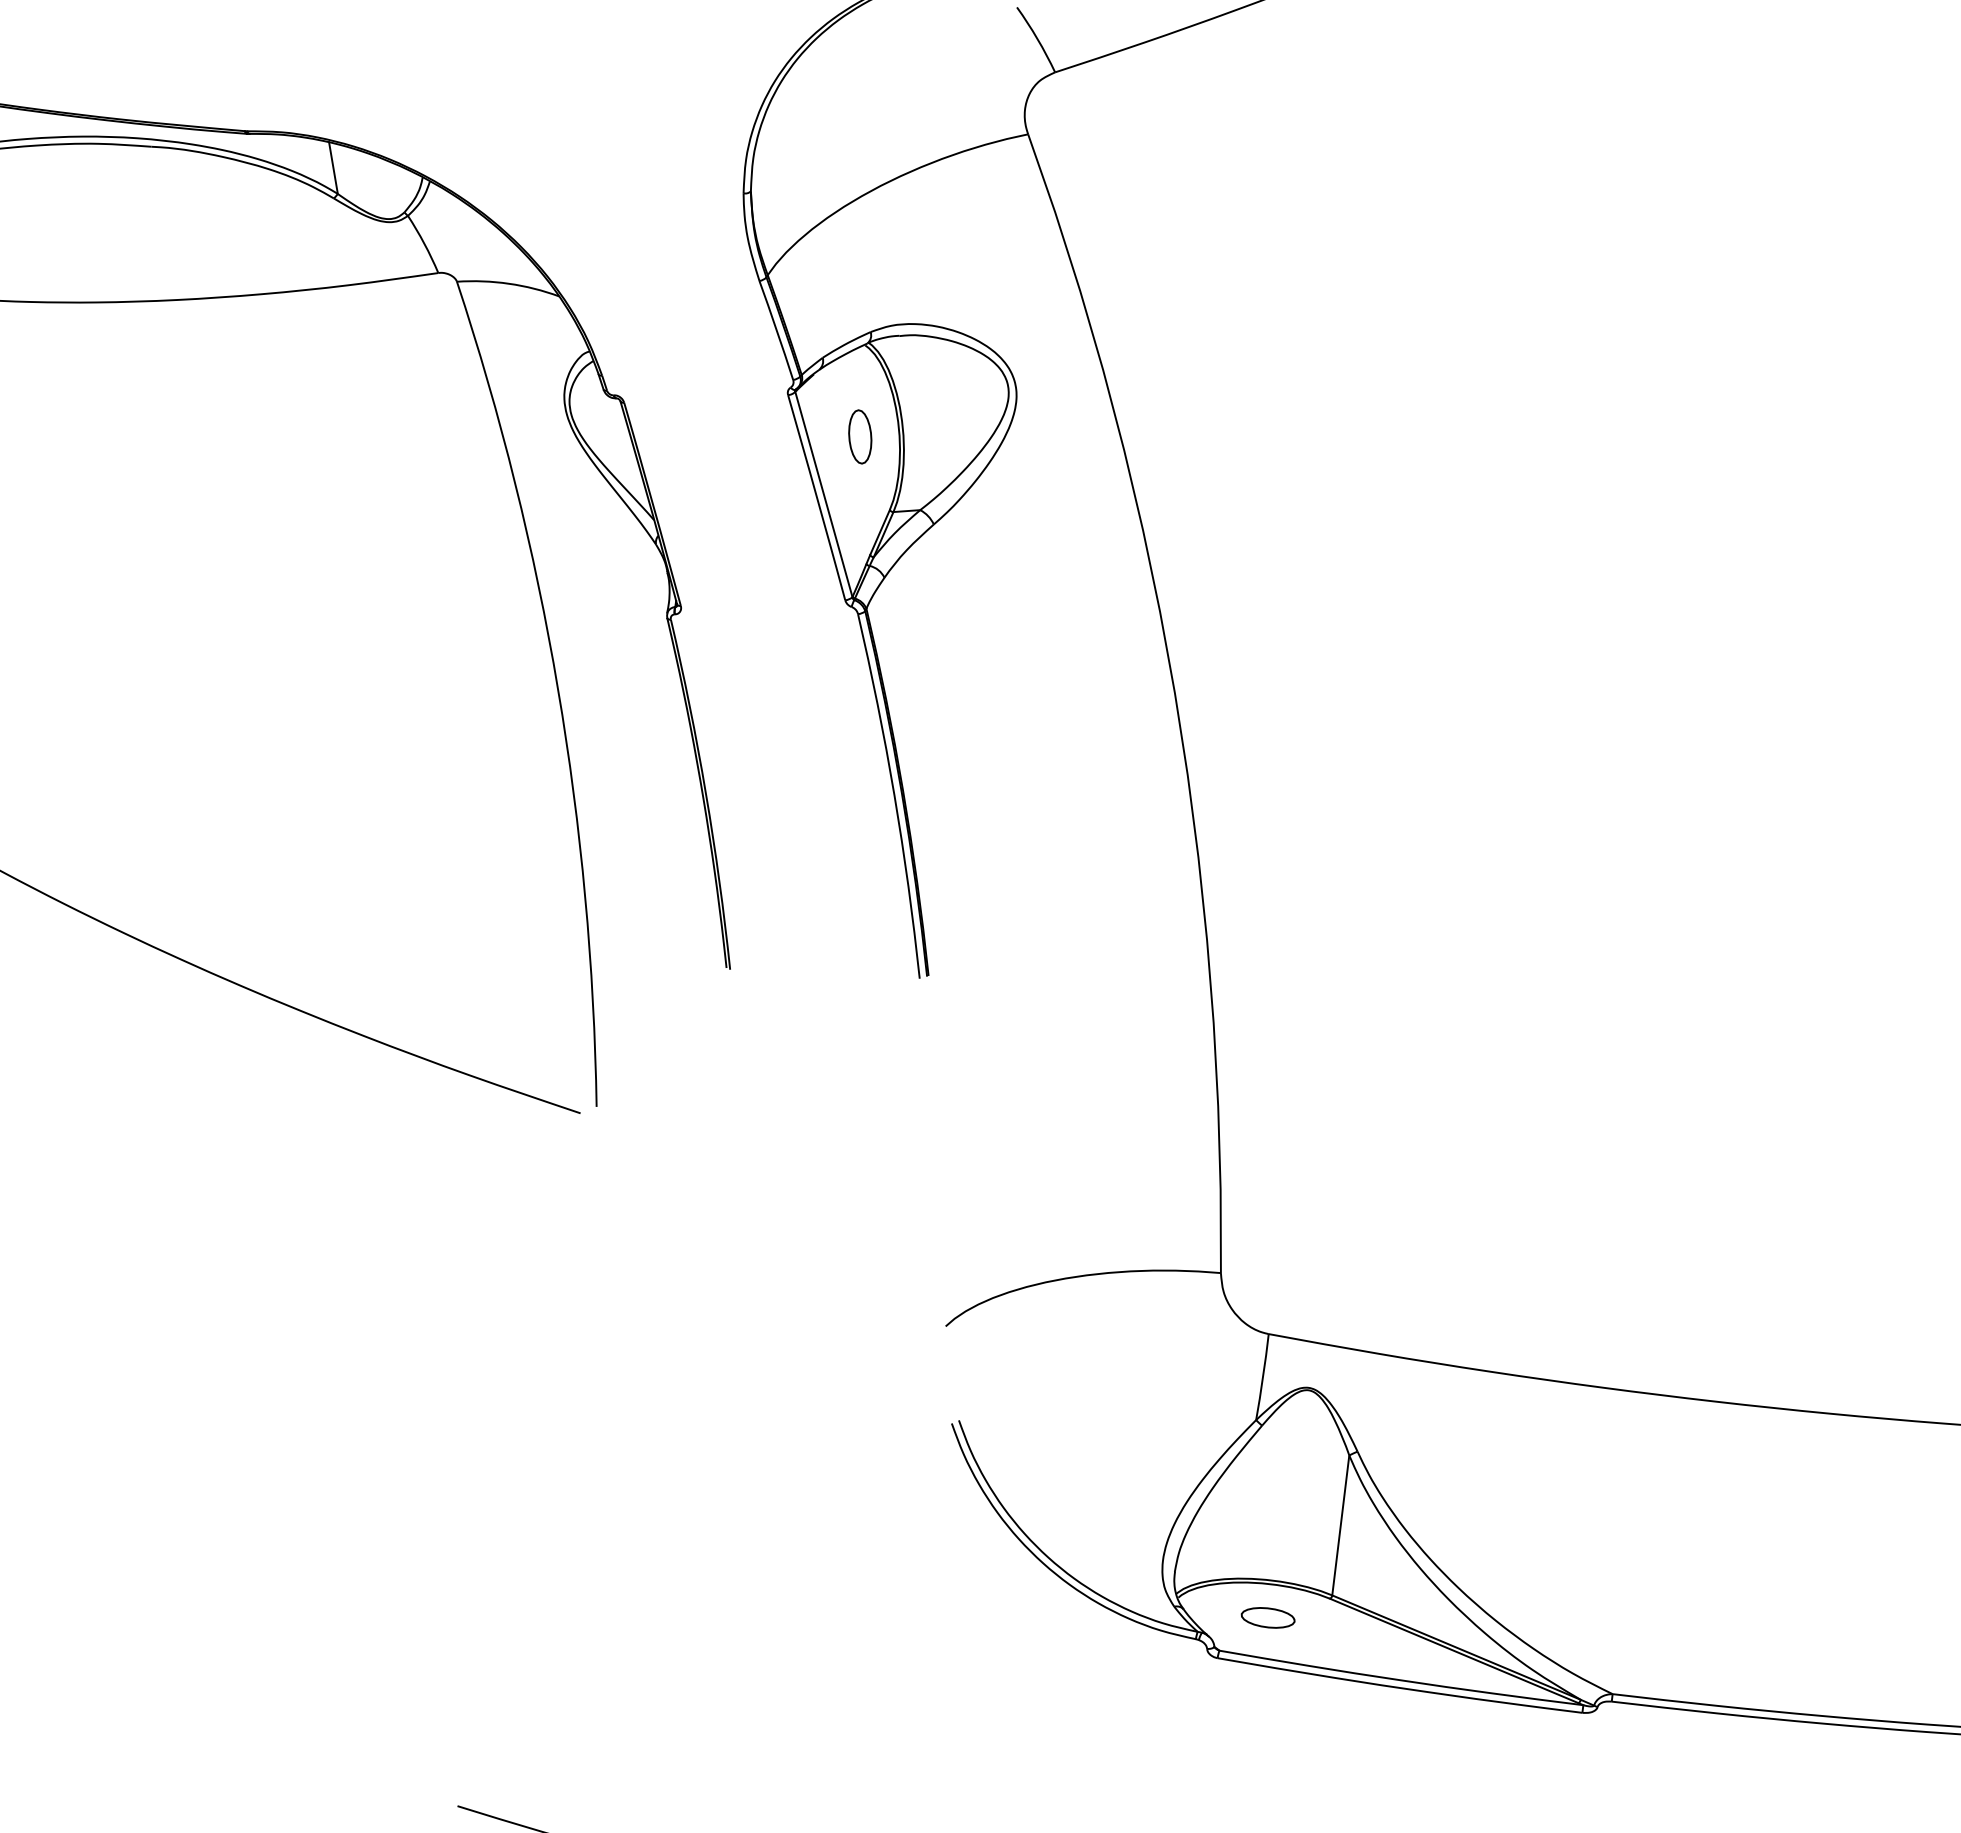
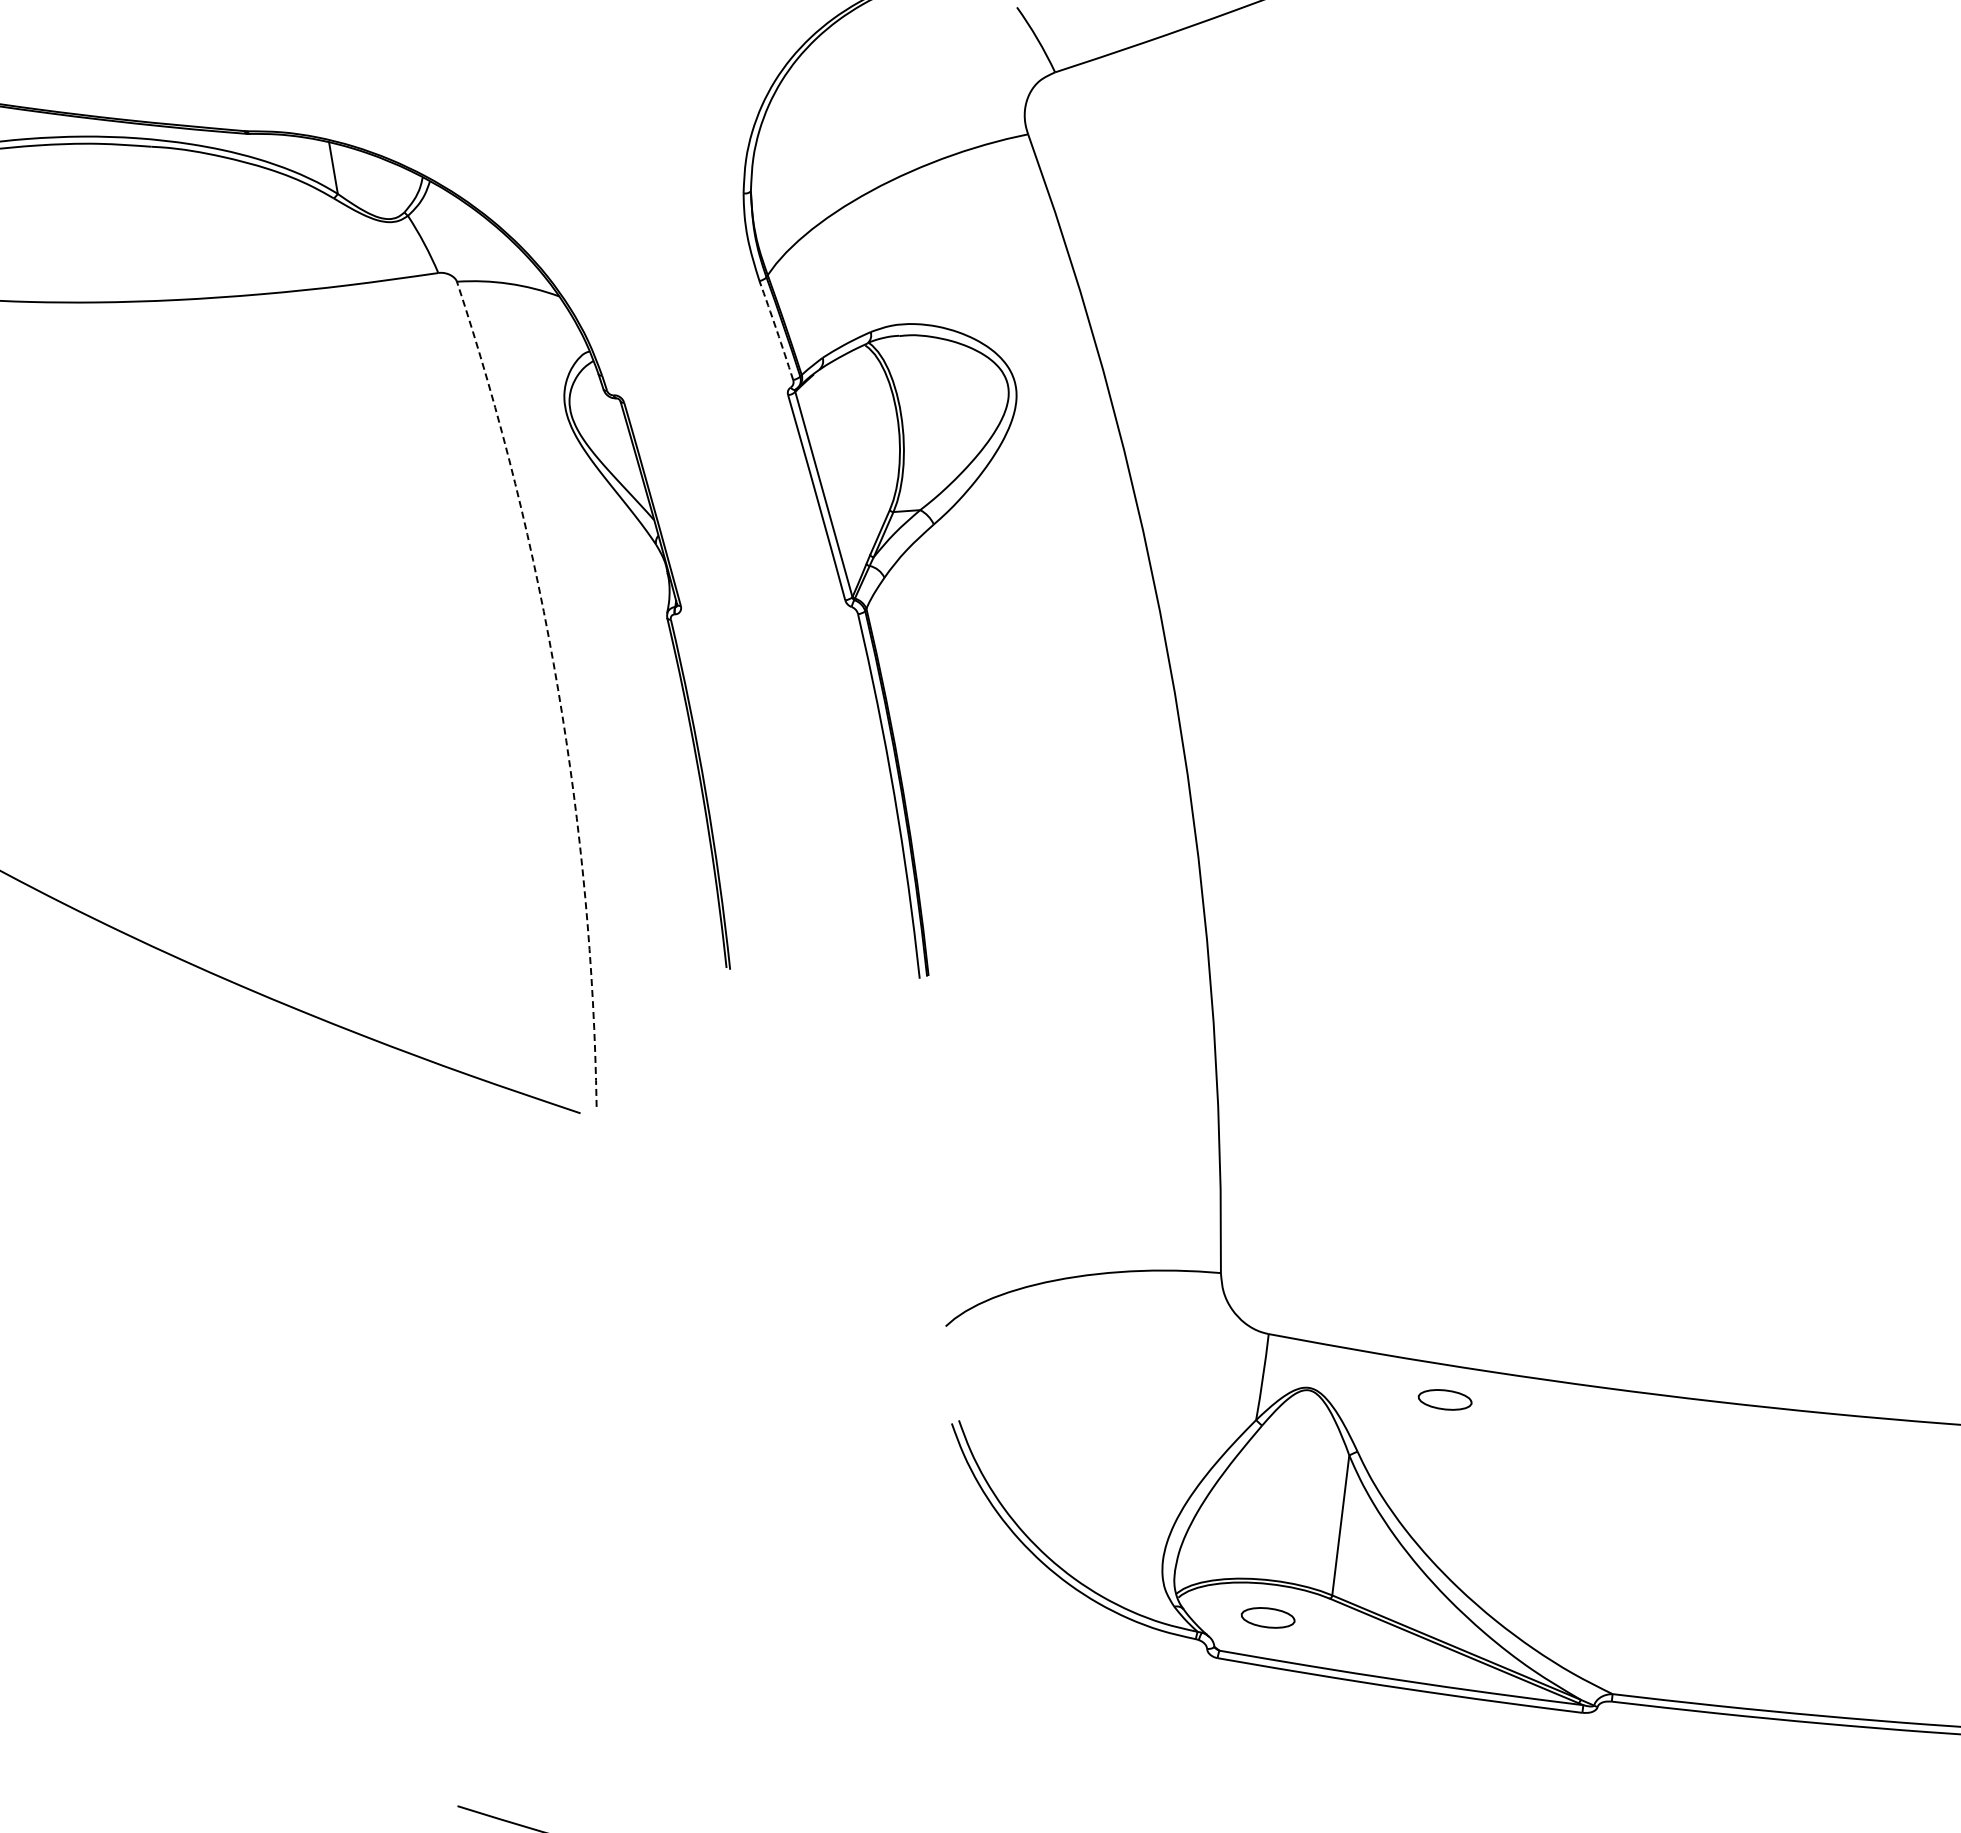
arc at (776, 330): solid -> dashed
part at (860, 436): present -> none
arc at (558, 689): solid -> dashed
part at (1444, 1399): none -> present
